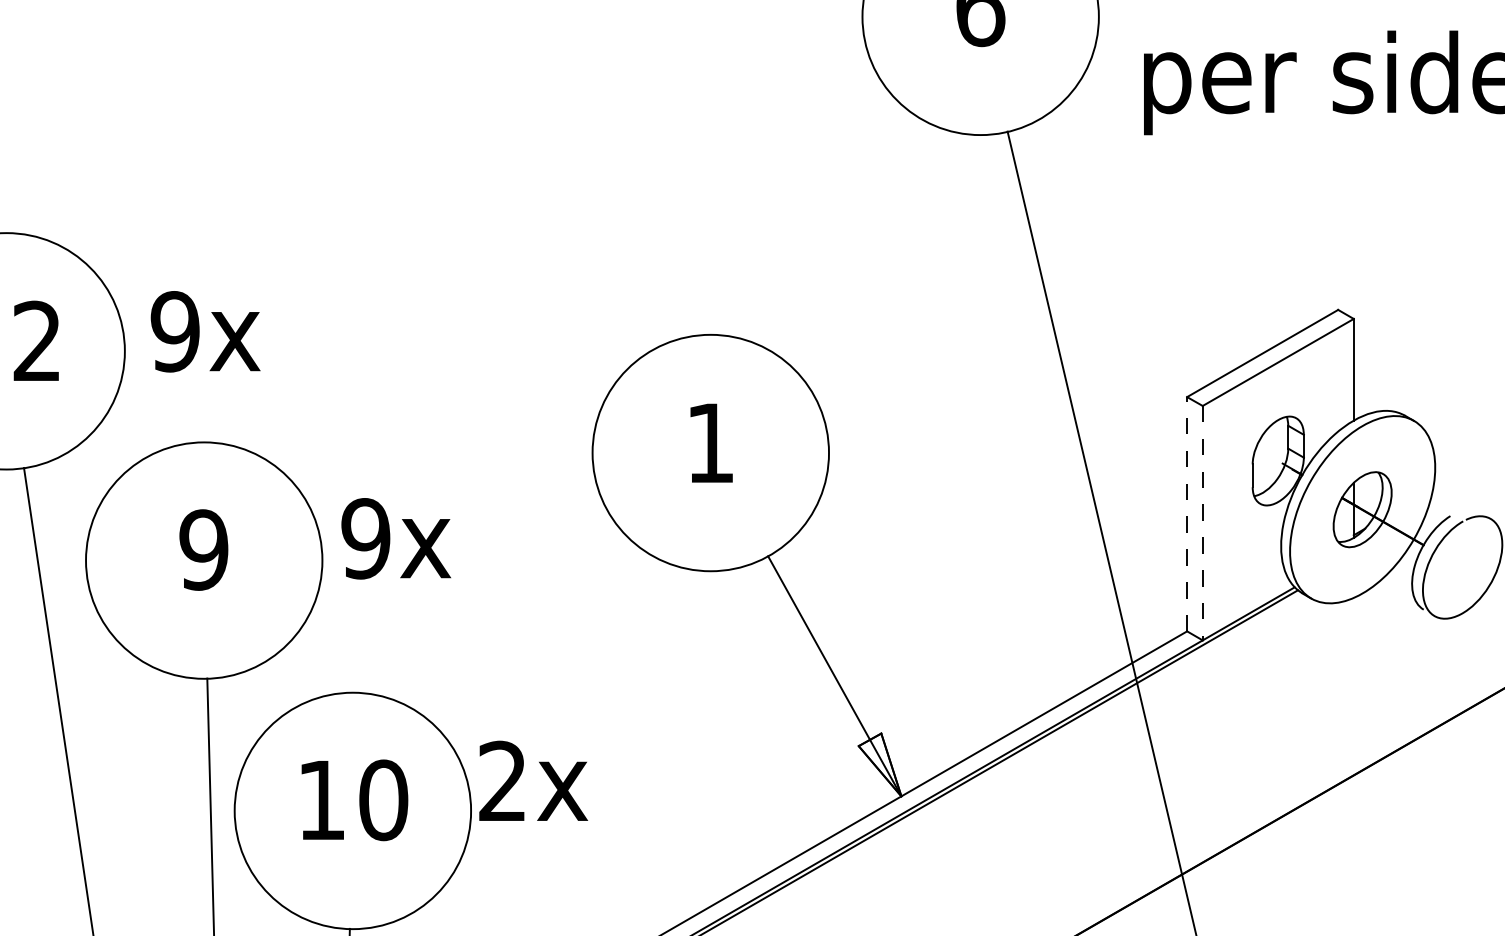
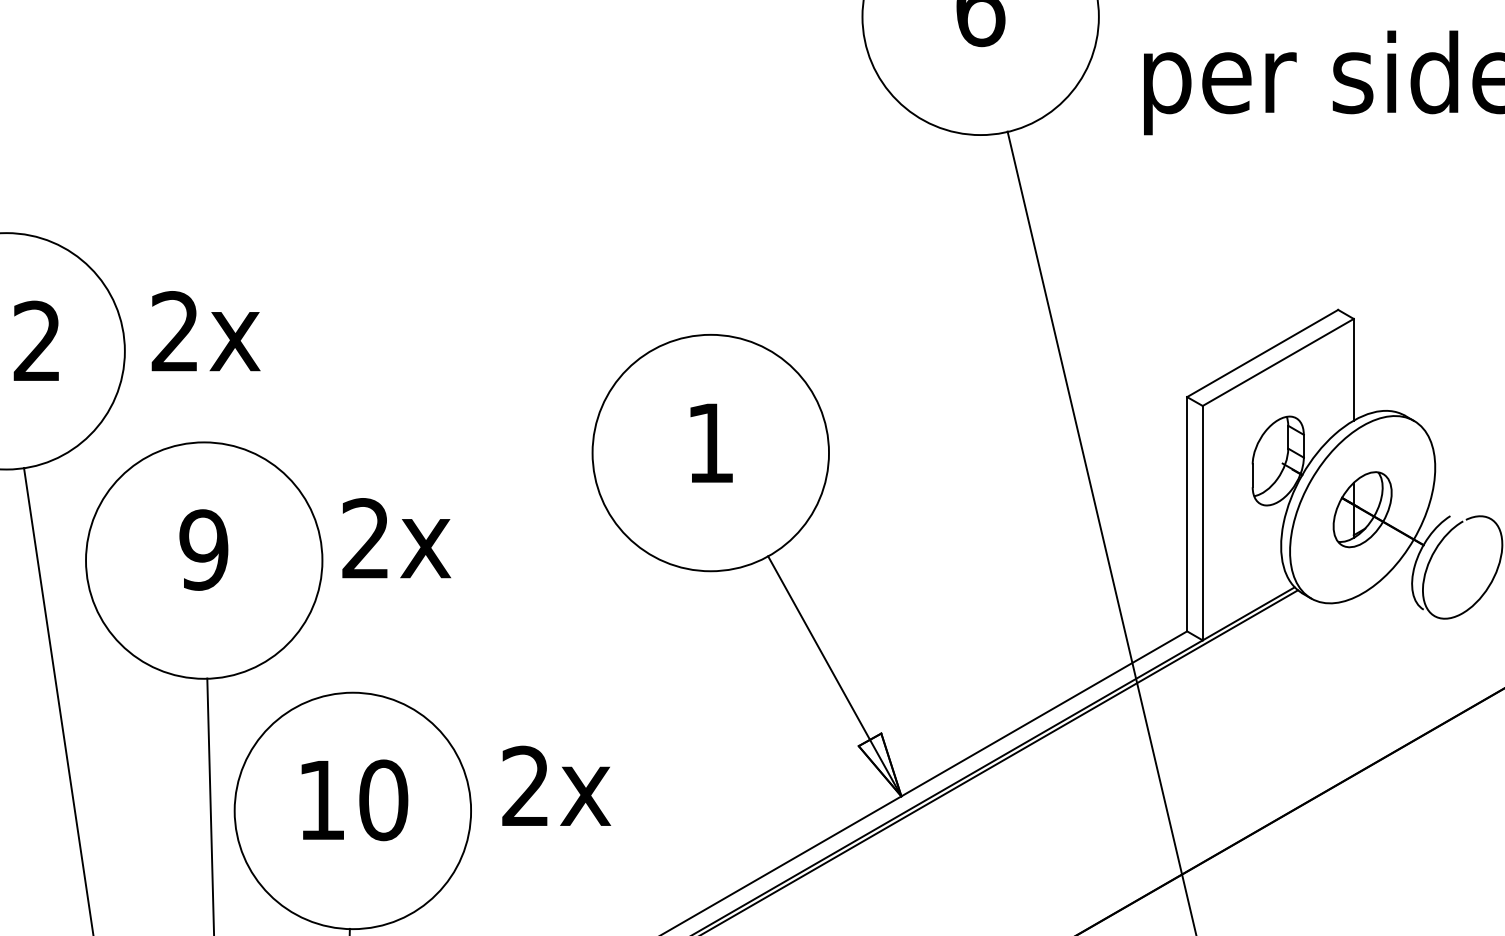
text at (174, 331): 9x -> 2x
line at (1187, 513): dashed -> solid
line at (1202, 523): dashed -> solid
text at (365, 538): 9x -> 2x
text at (533, 780) position: (533, 780) -> (556, 785)
